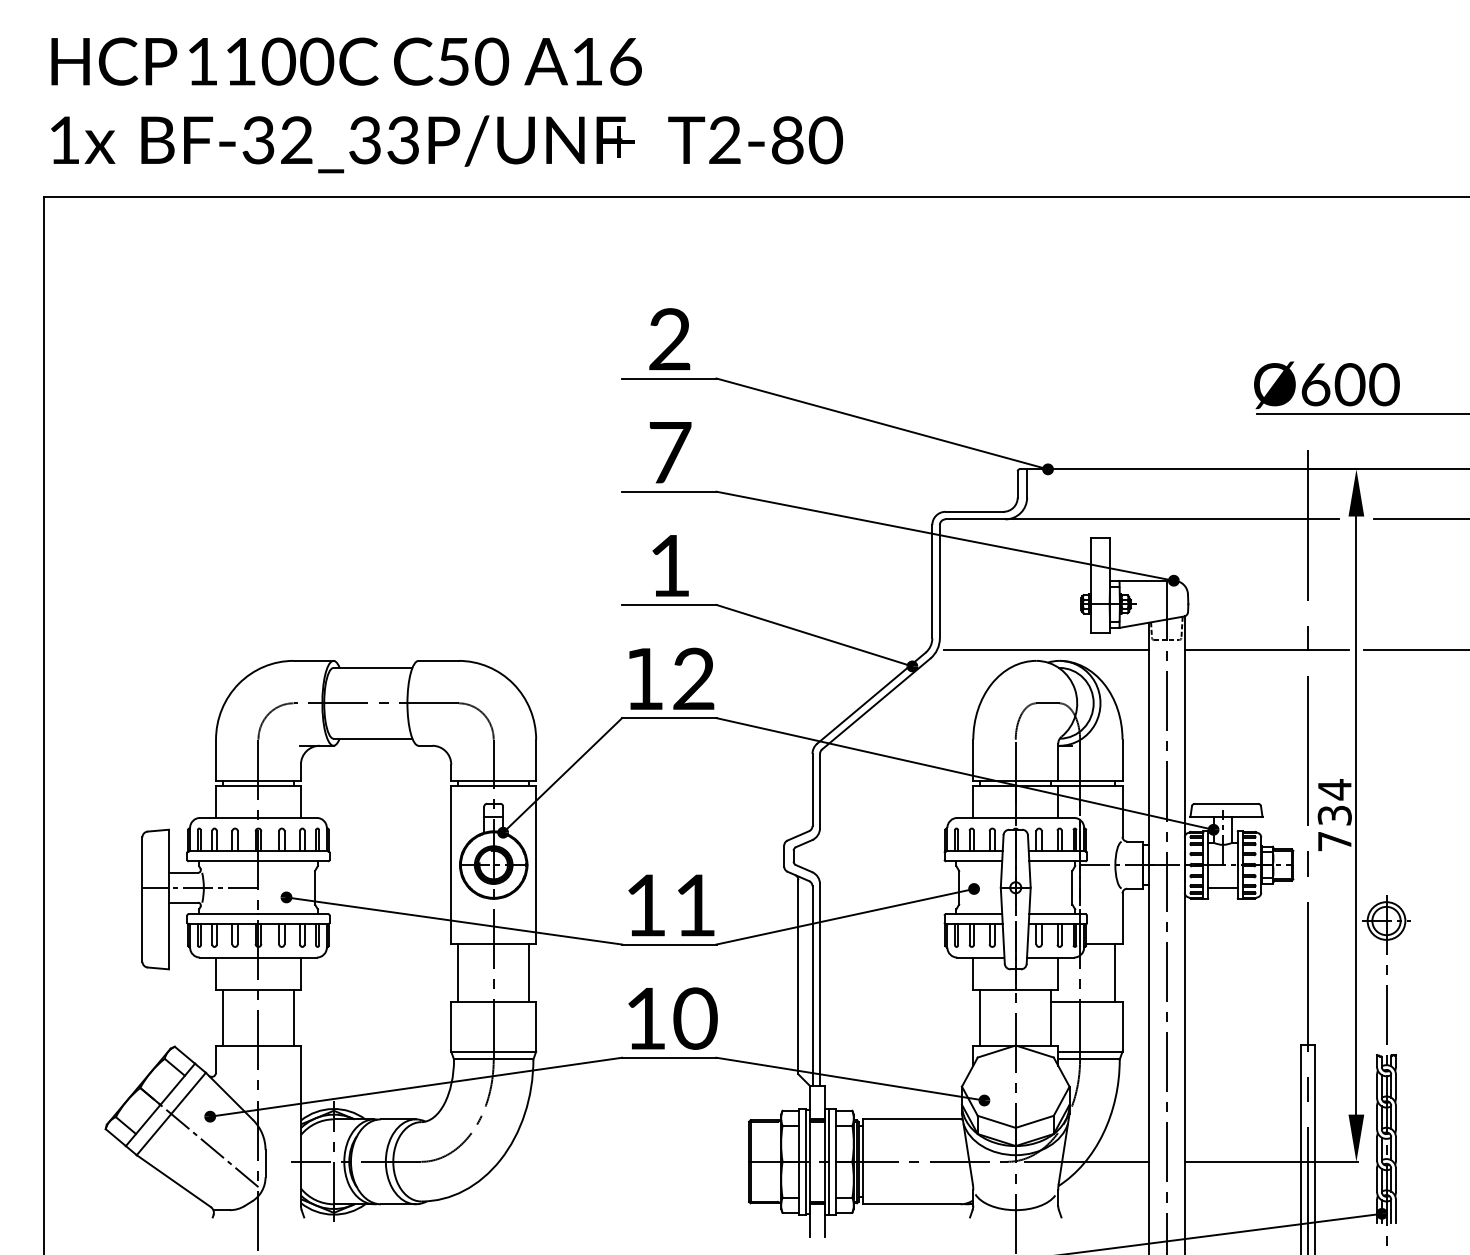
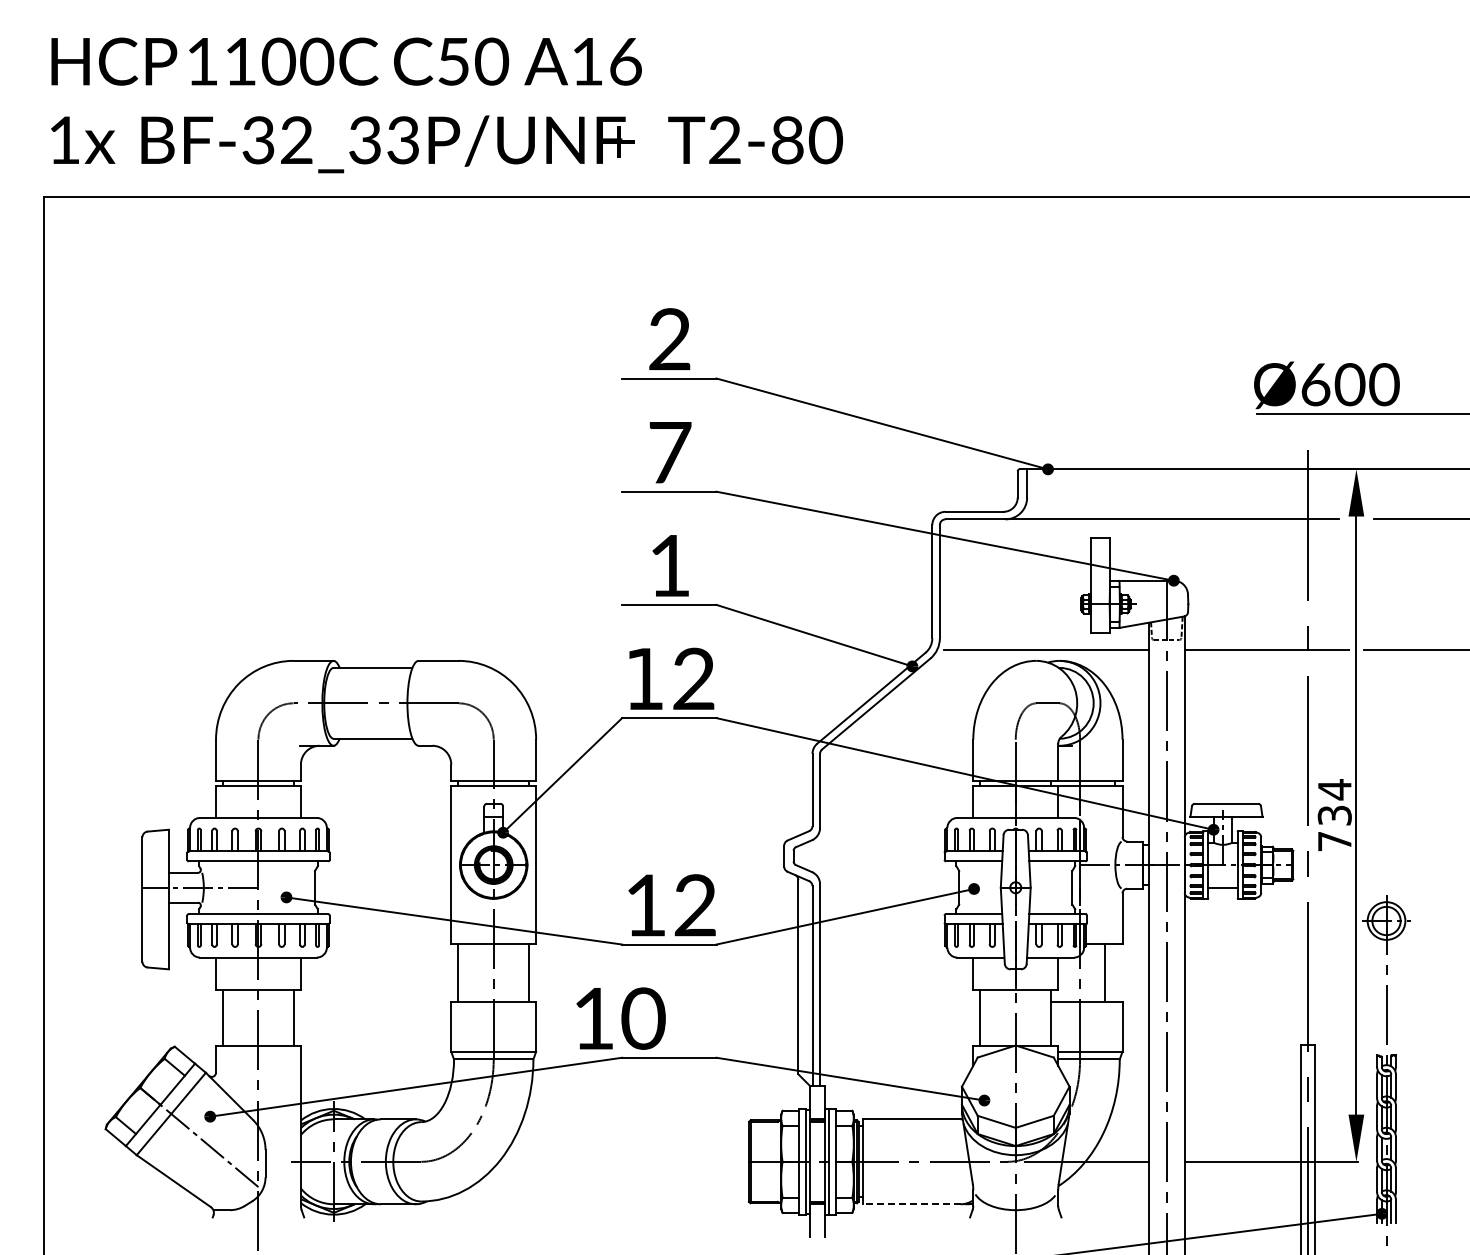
text at (694, 905): 11 -> 12
line at (1115, 973) position: (1115, 973) -> (1105, 973)
text at (672, 1018) position: (672, 1018) -> (620, 1018)
line at (911, 1204): solid -> dashed
